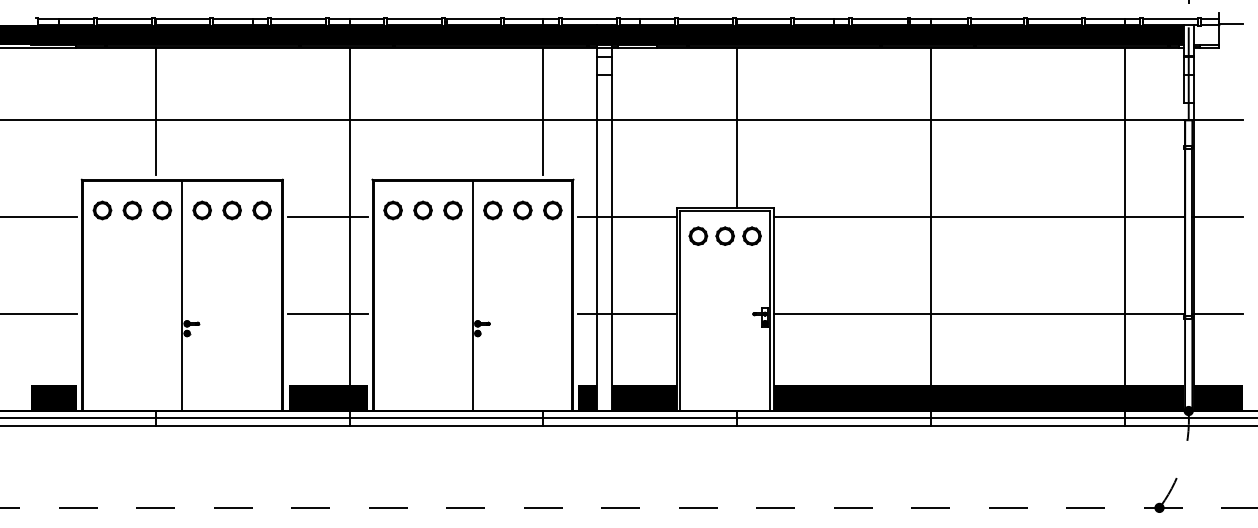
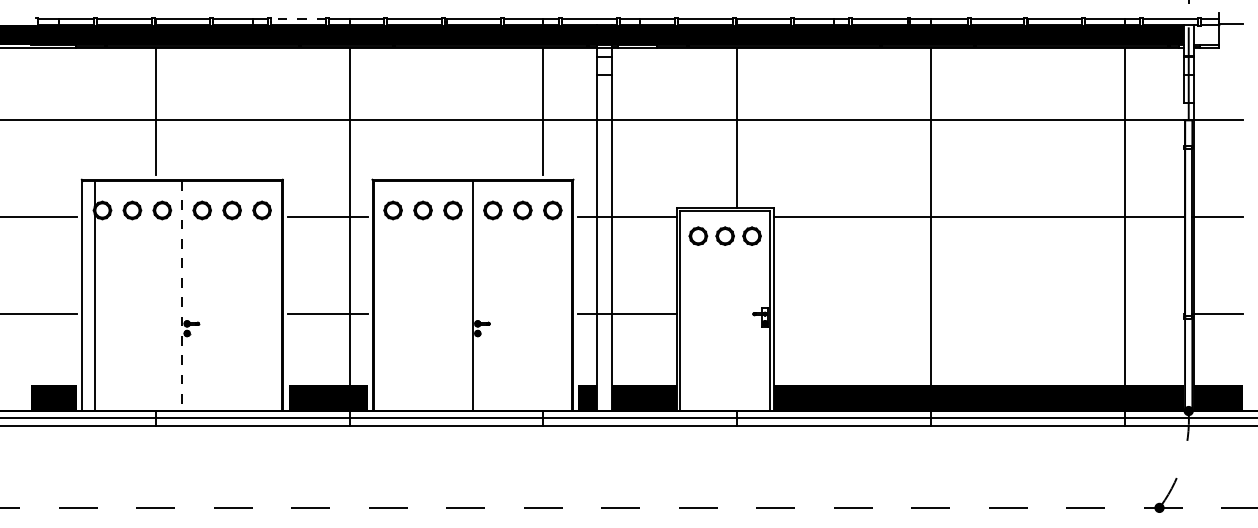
line at (298, 18): solid -> dashed
line at (83, 295) position: (83, 295) -> (95, 295)
line at (182, 296): solid -> dashed
line at (978, 314): present -> none
